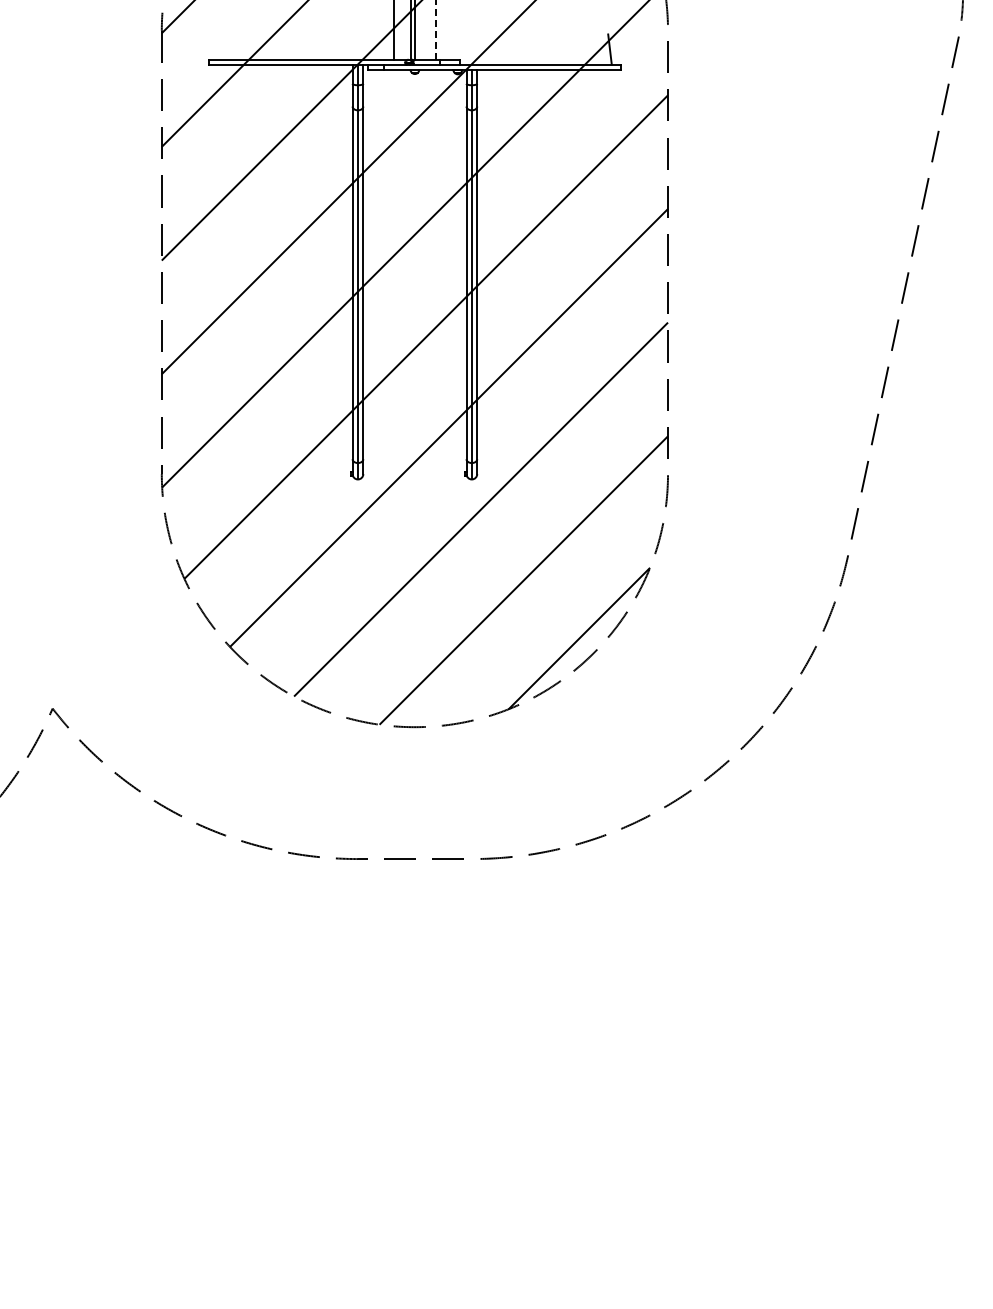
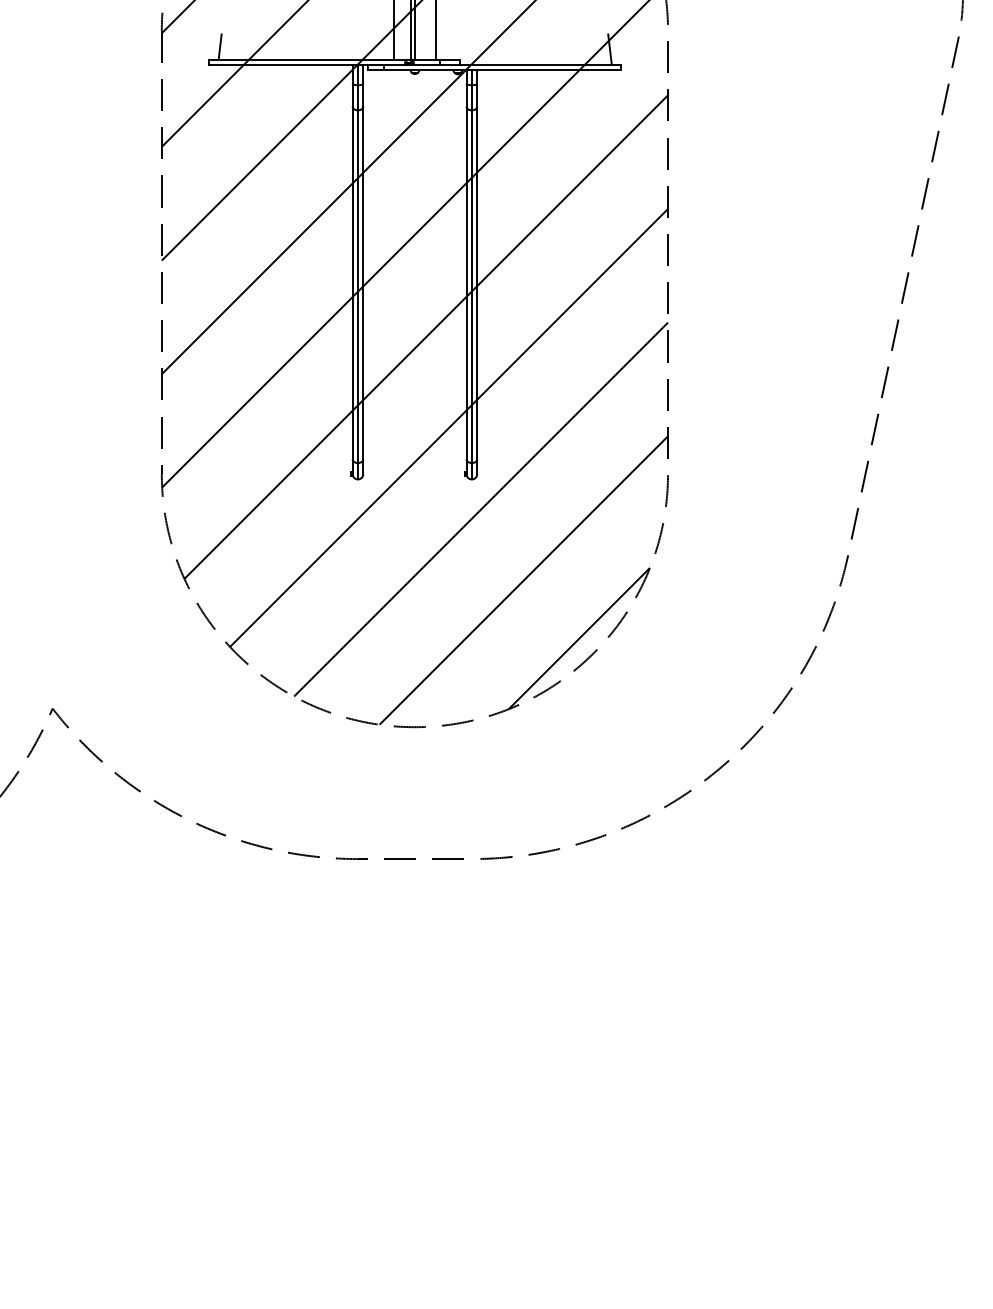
line at (436, 29): dashed -> solid
line at (219, 46): none -> present
